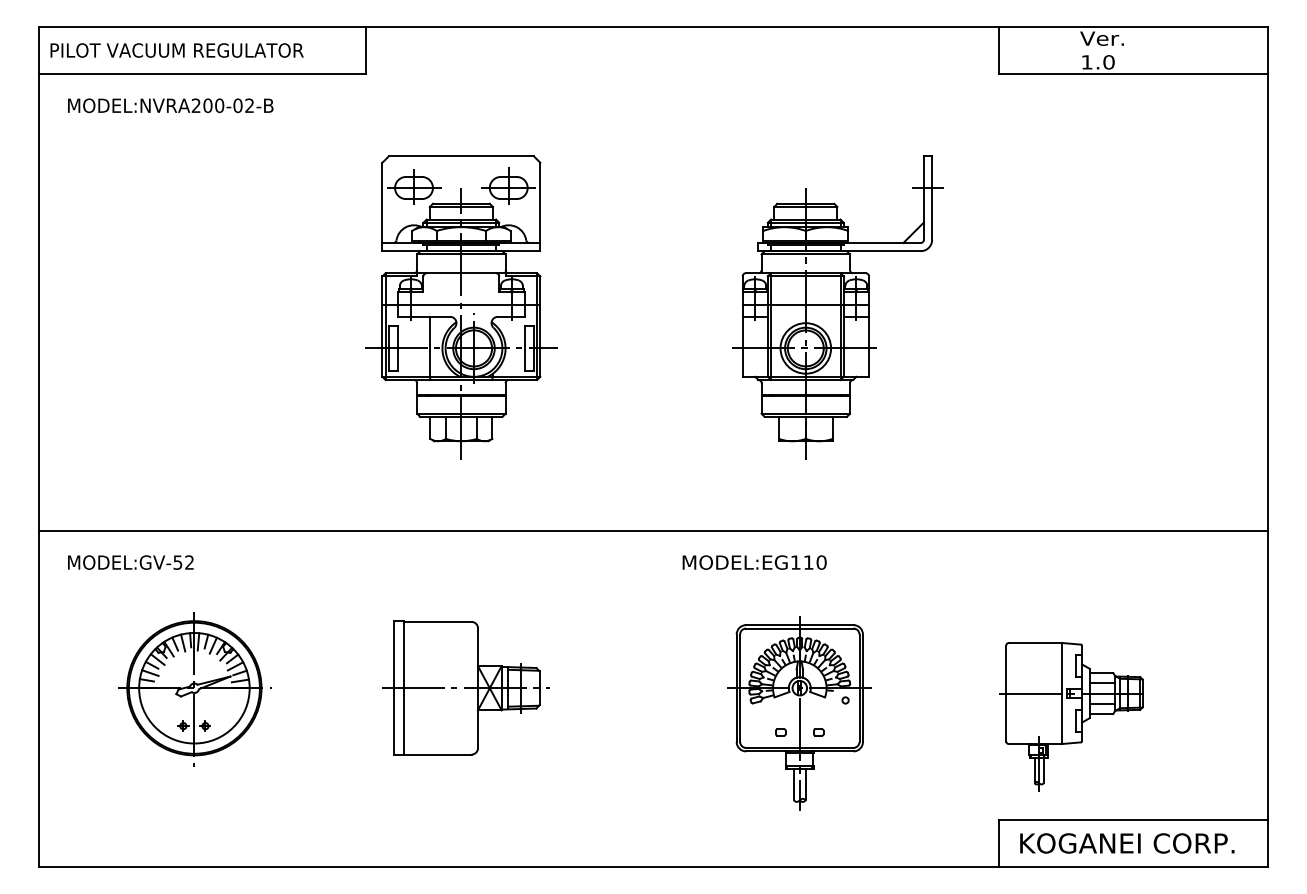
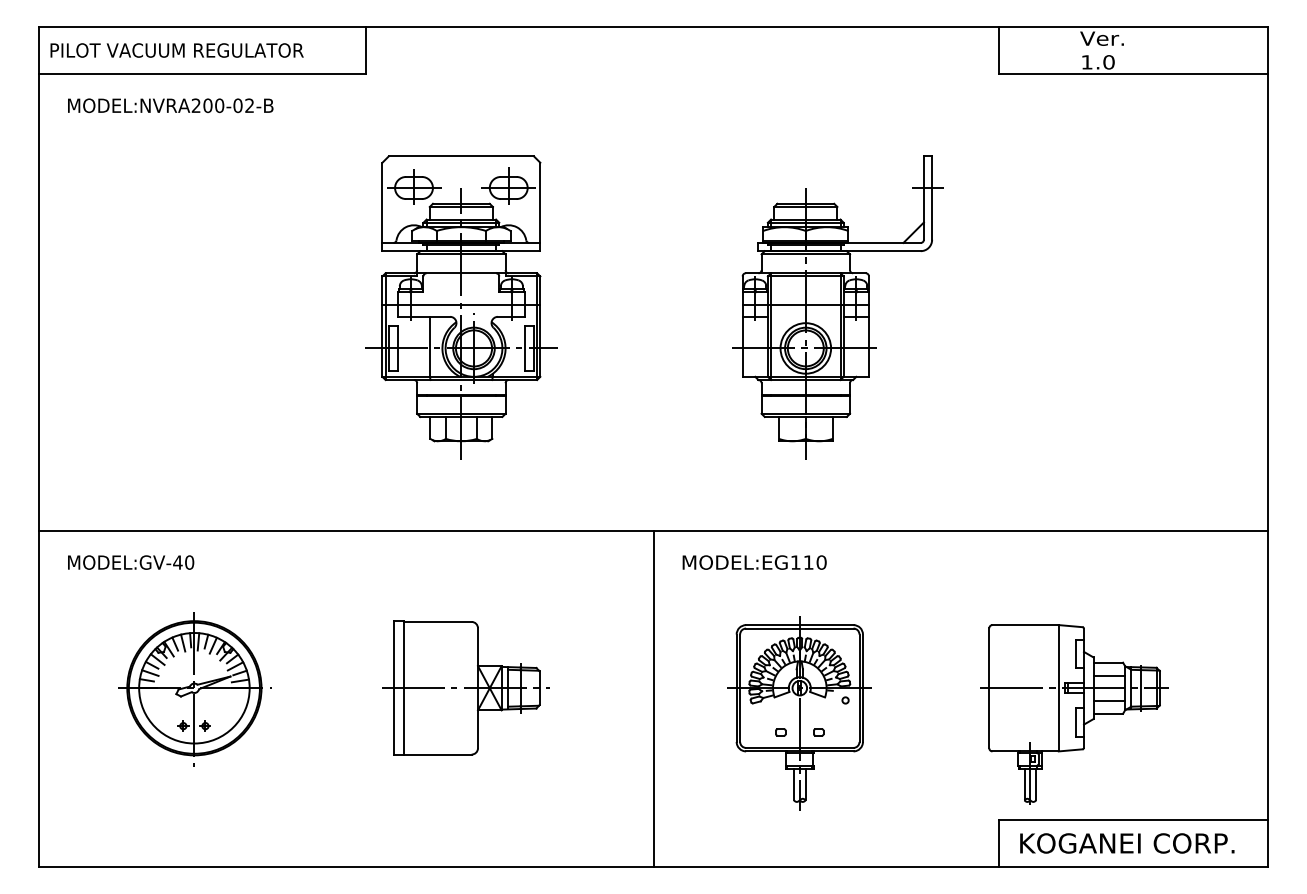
text at (183, 562): MODEL:GV-52 -> MODEL:GV-40
line at (653, 699): none -> present
part at (1071, 716) size: 145x150 px -> 189x181 px
